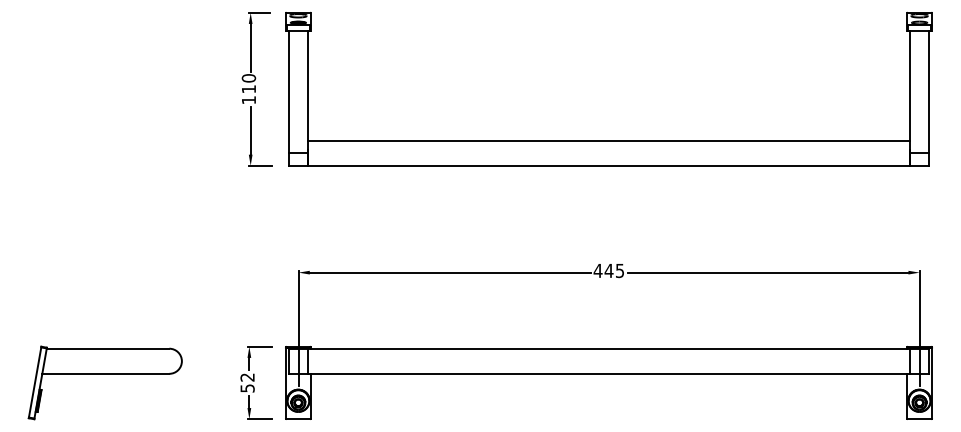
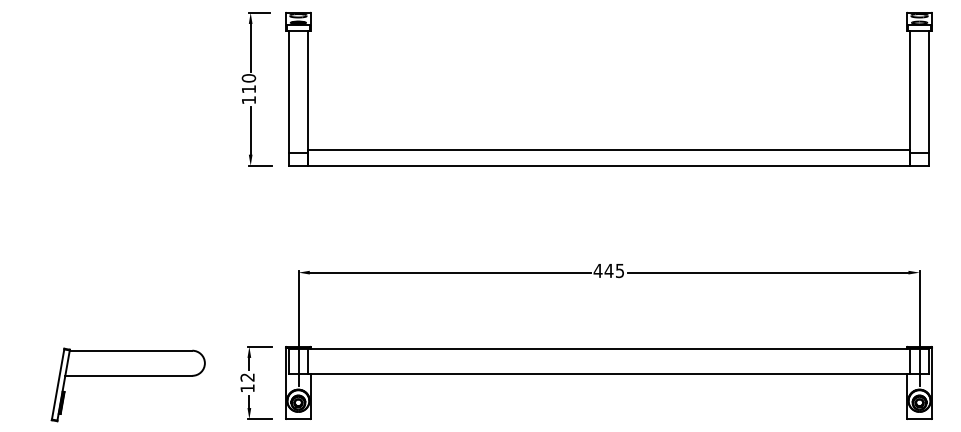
line at (608, 140) position: (608, 140) -> (608, 149)
part at (104, 374) position: (104, 374) -> (127, 376)
text at (247, 388): 52 -> 12
